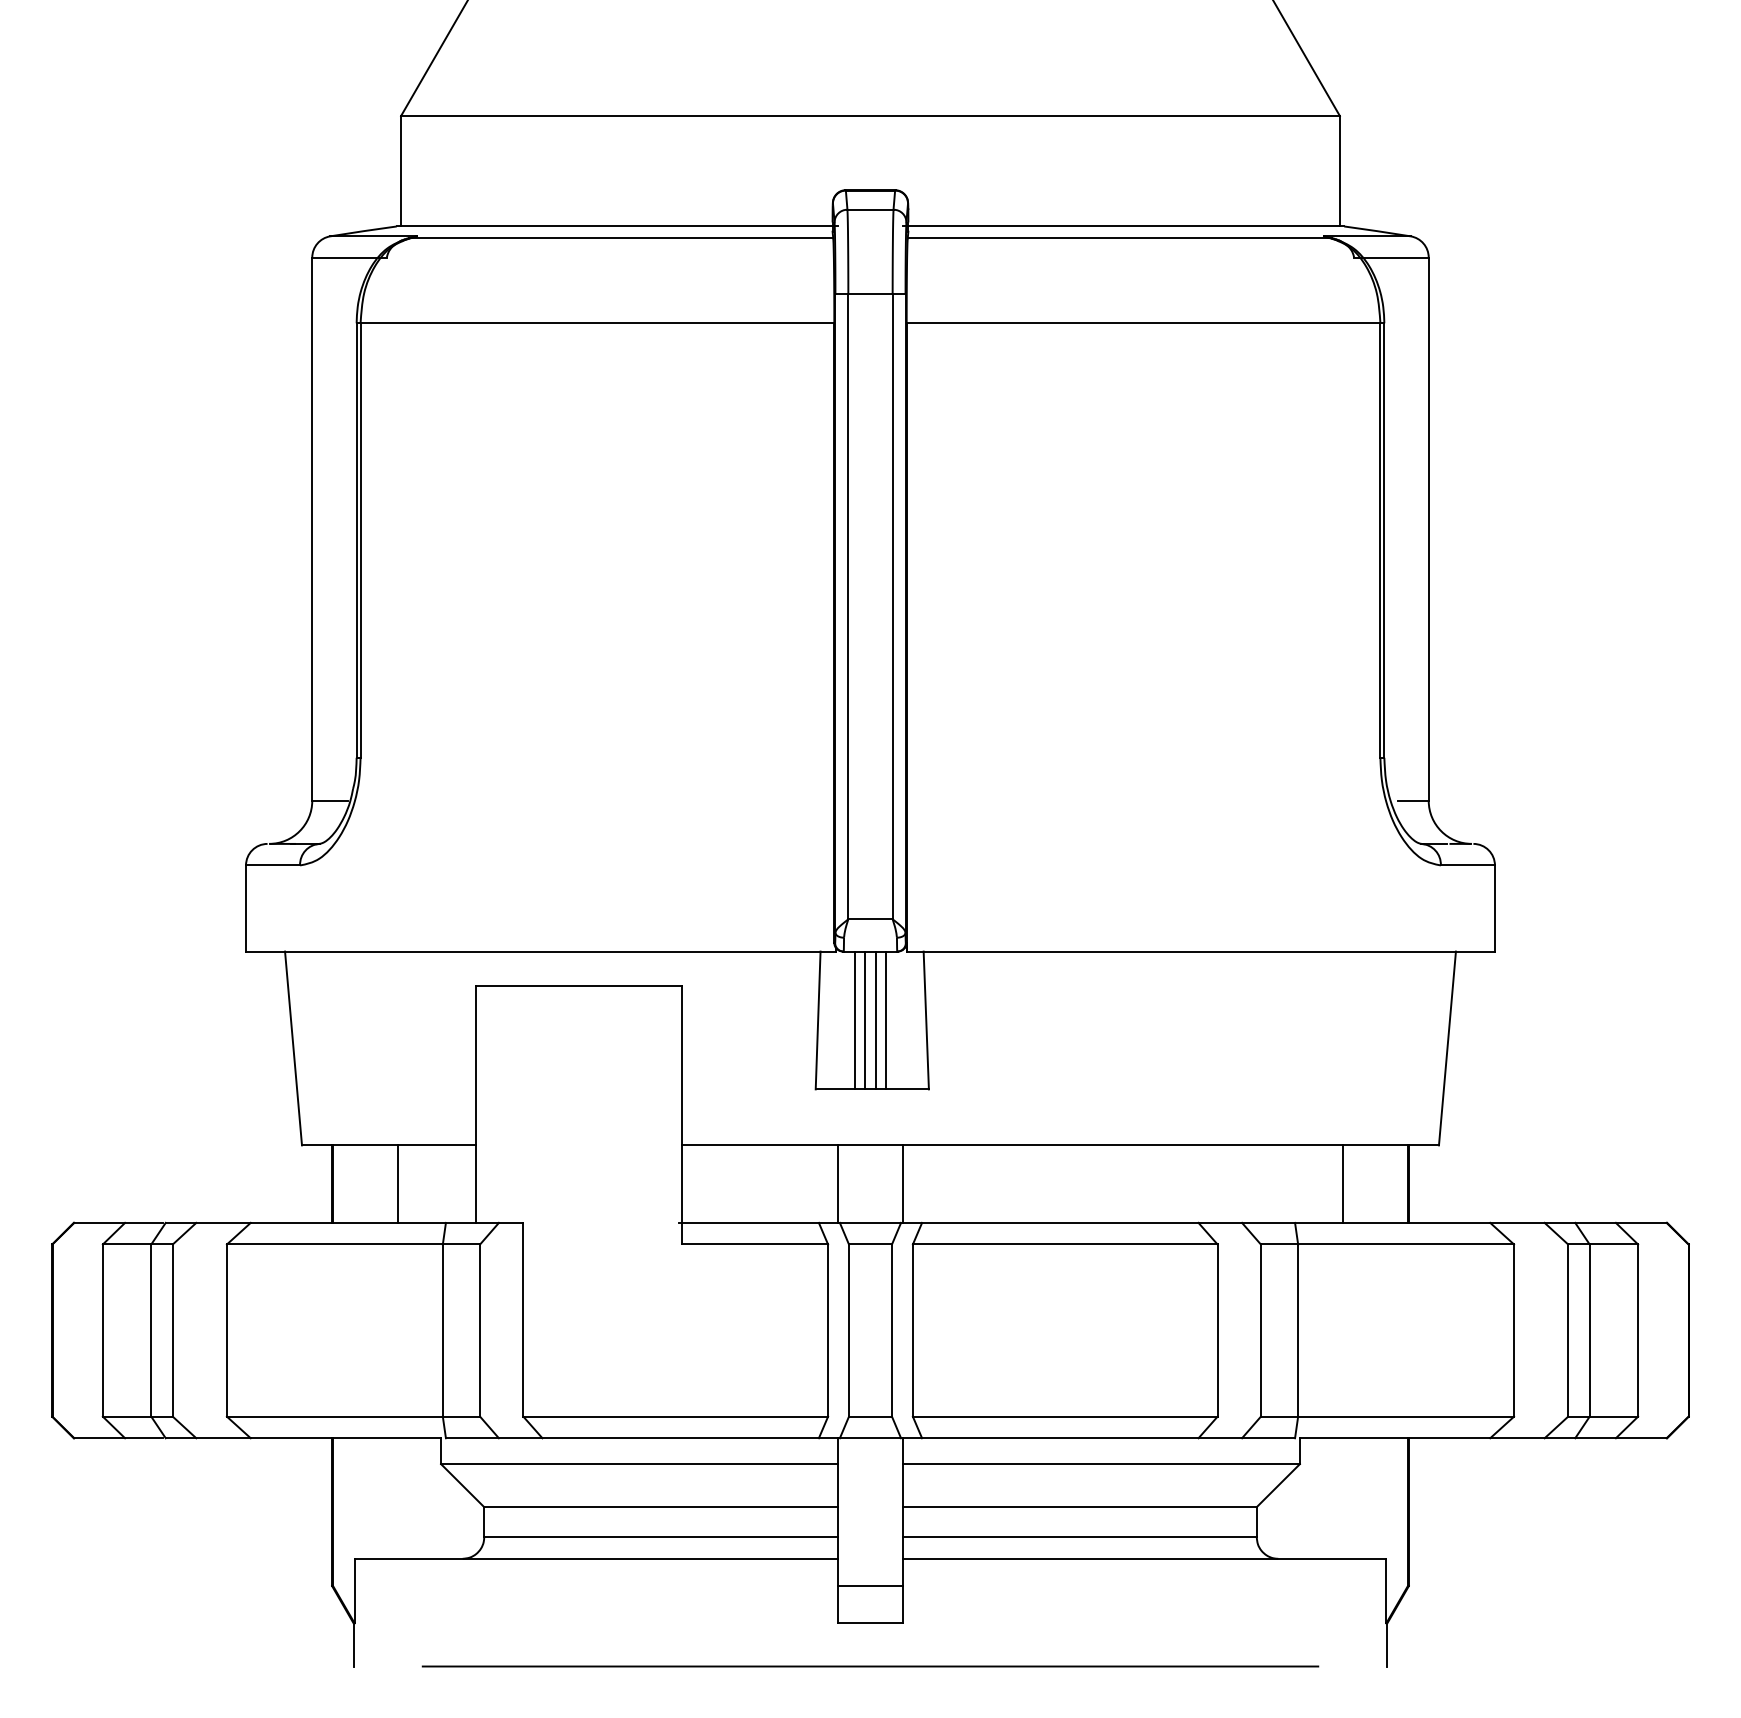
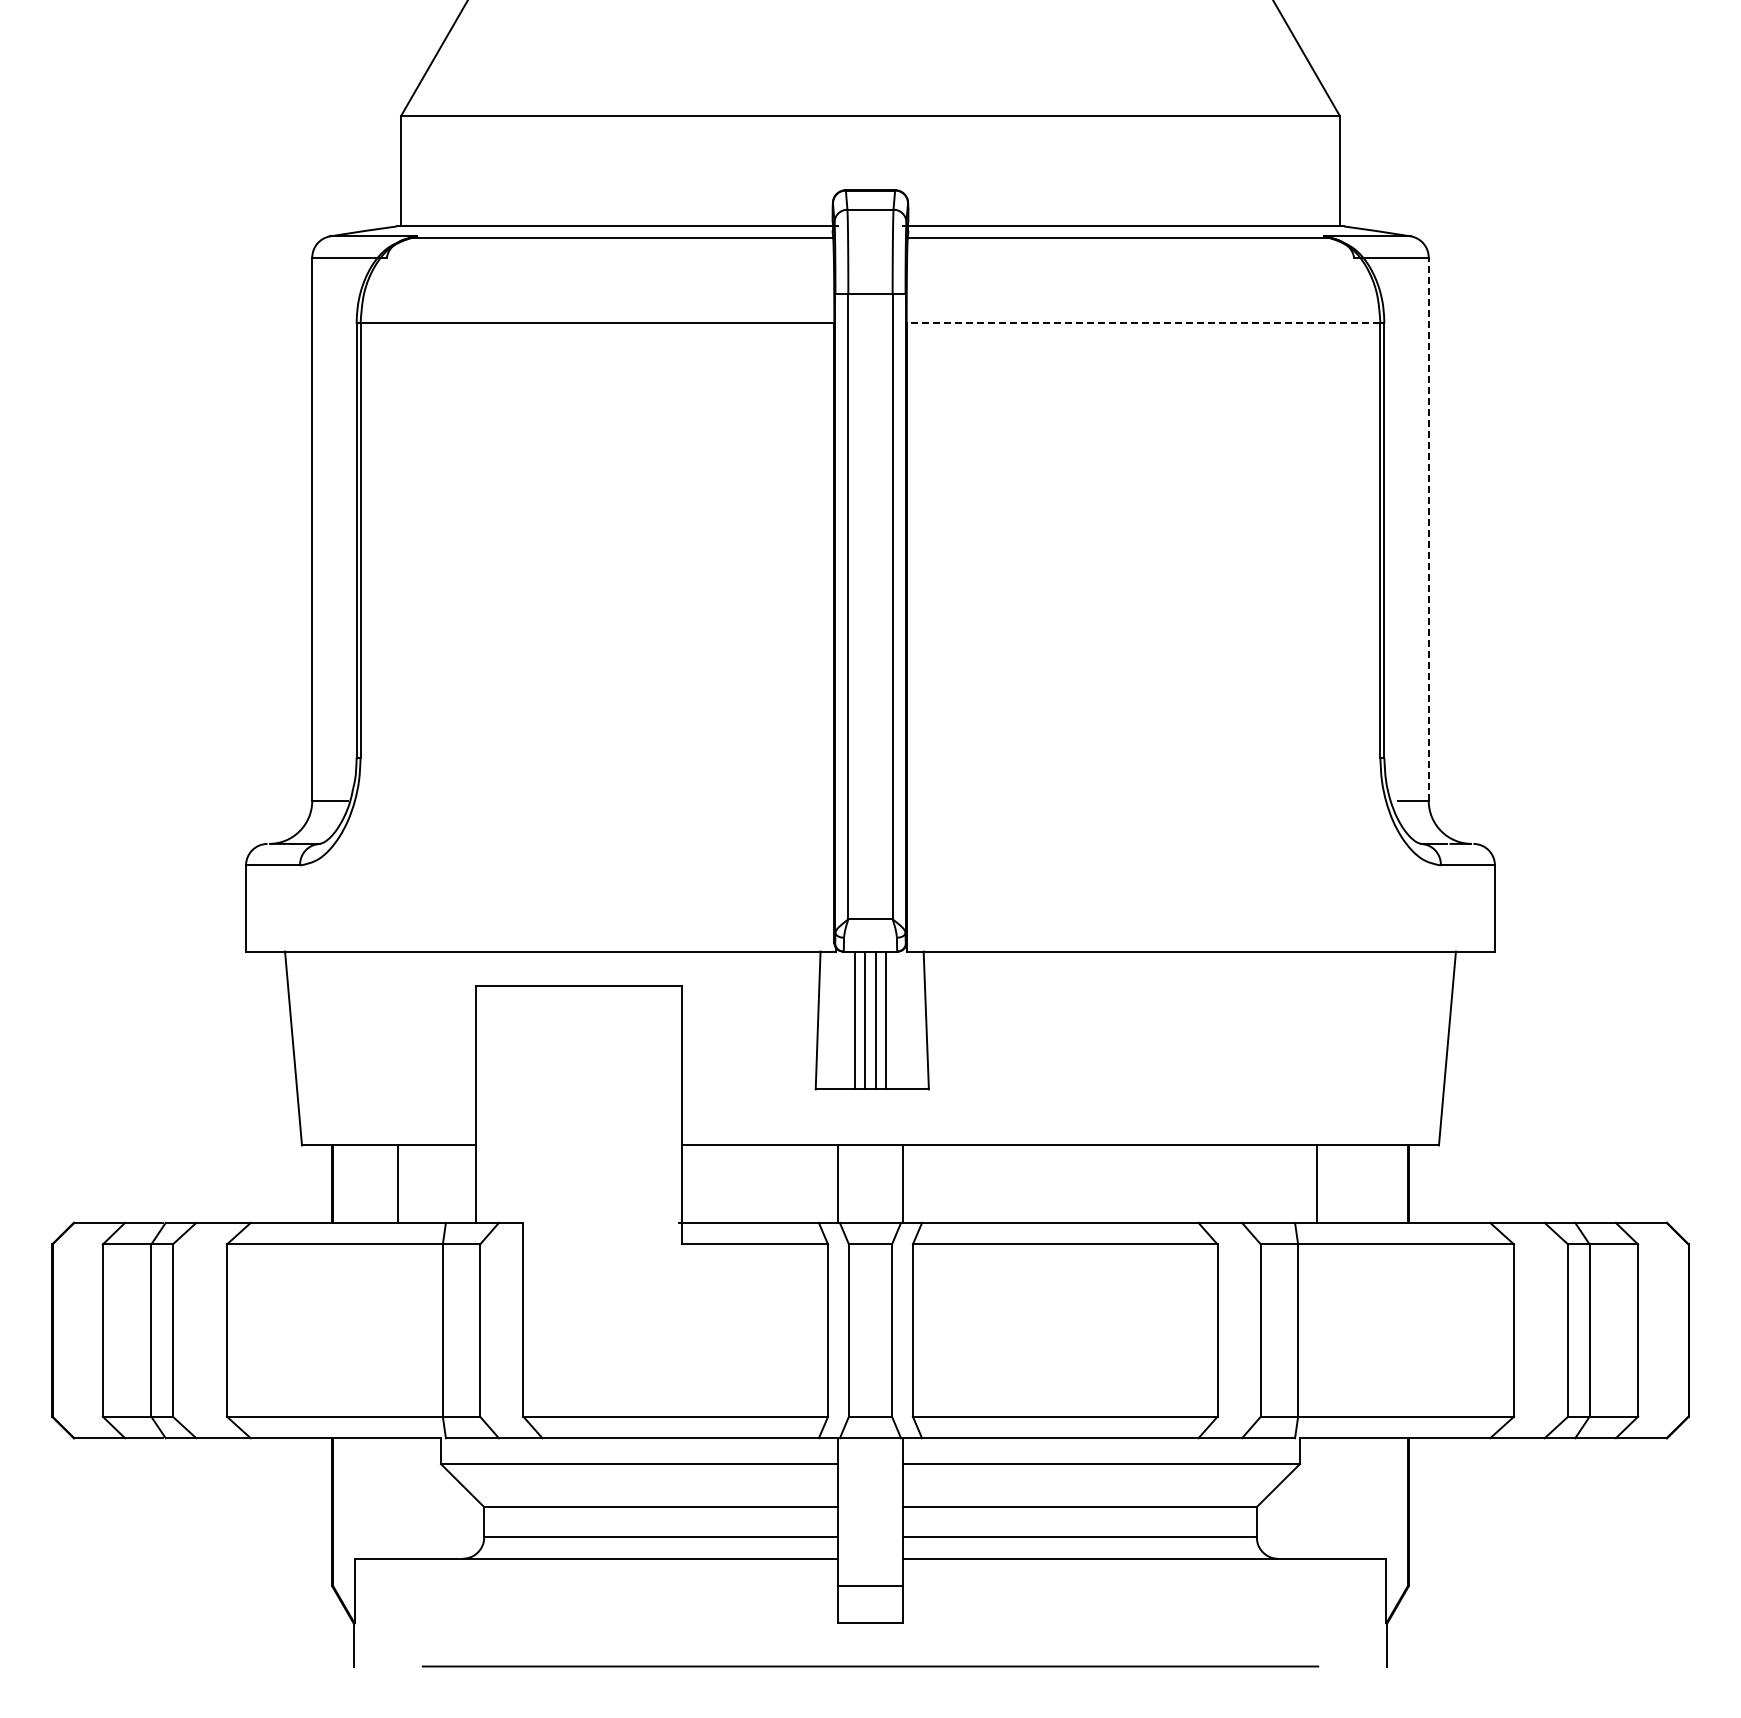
line at (1143, 323): solid -> dashed
line at (1428, 529): solid -> dashed
line at (1343, 1183) position: (1343, 1183) -> (1317, 1183)
